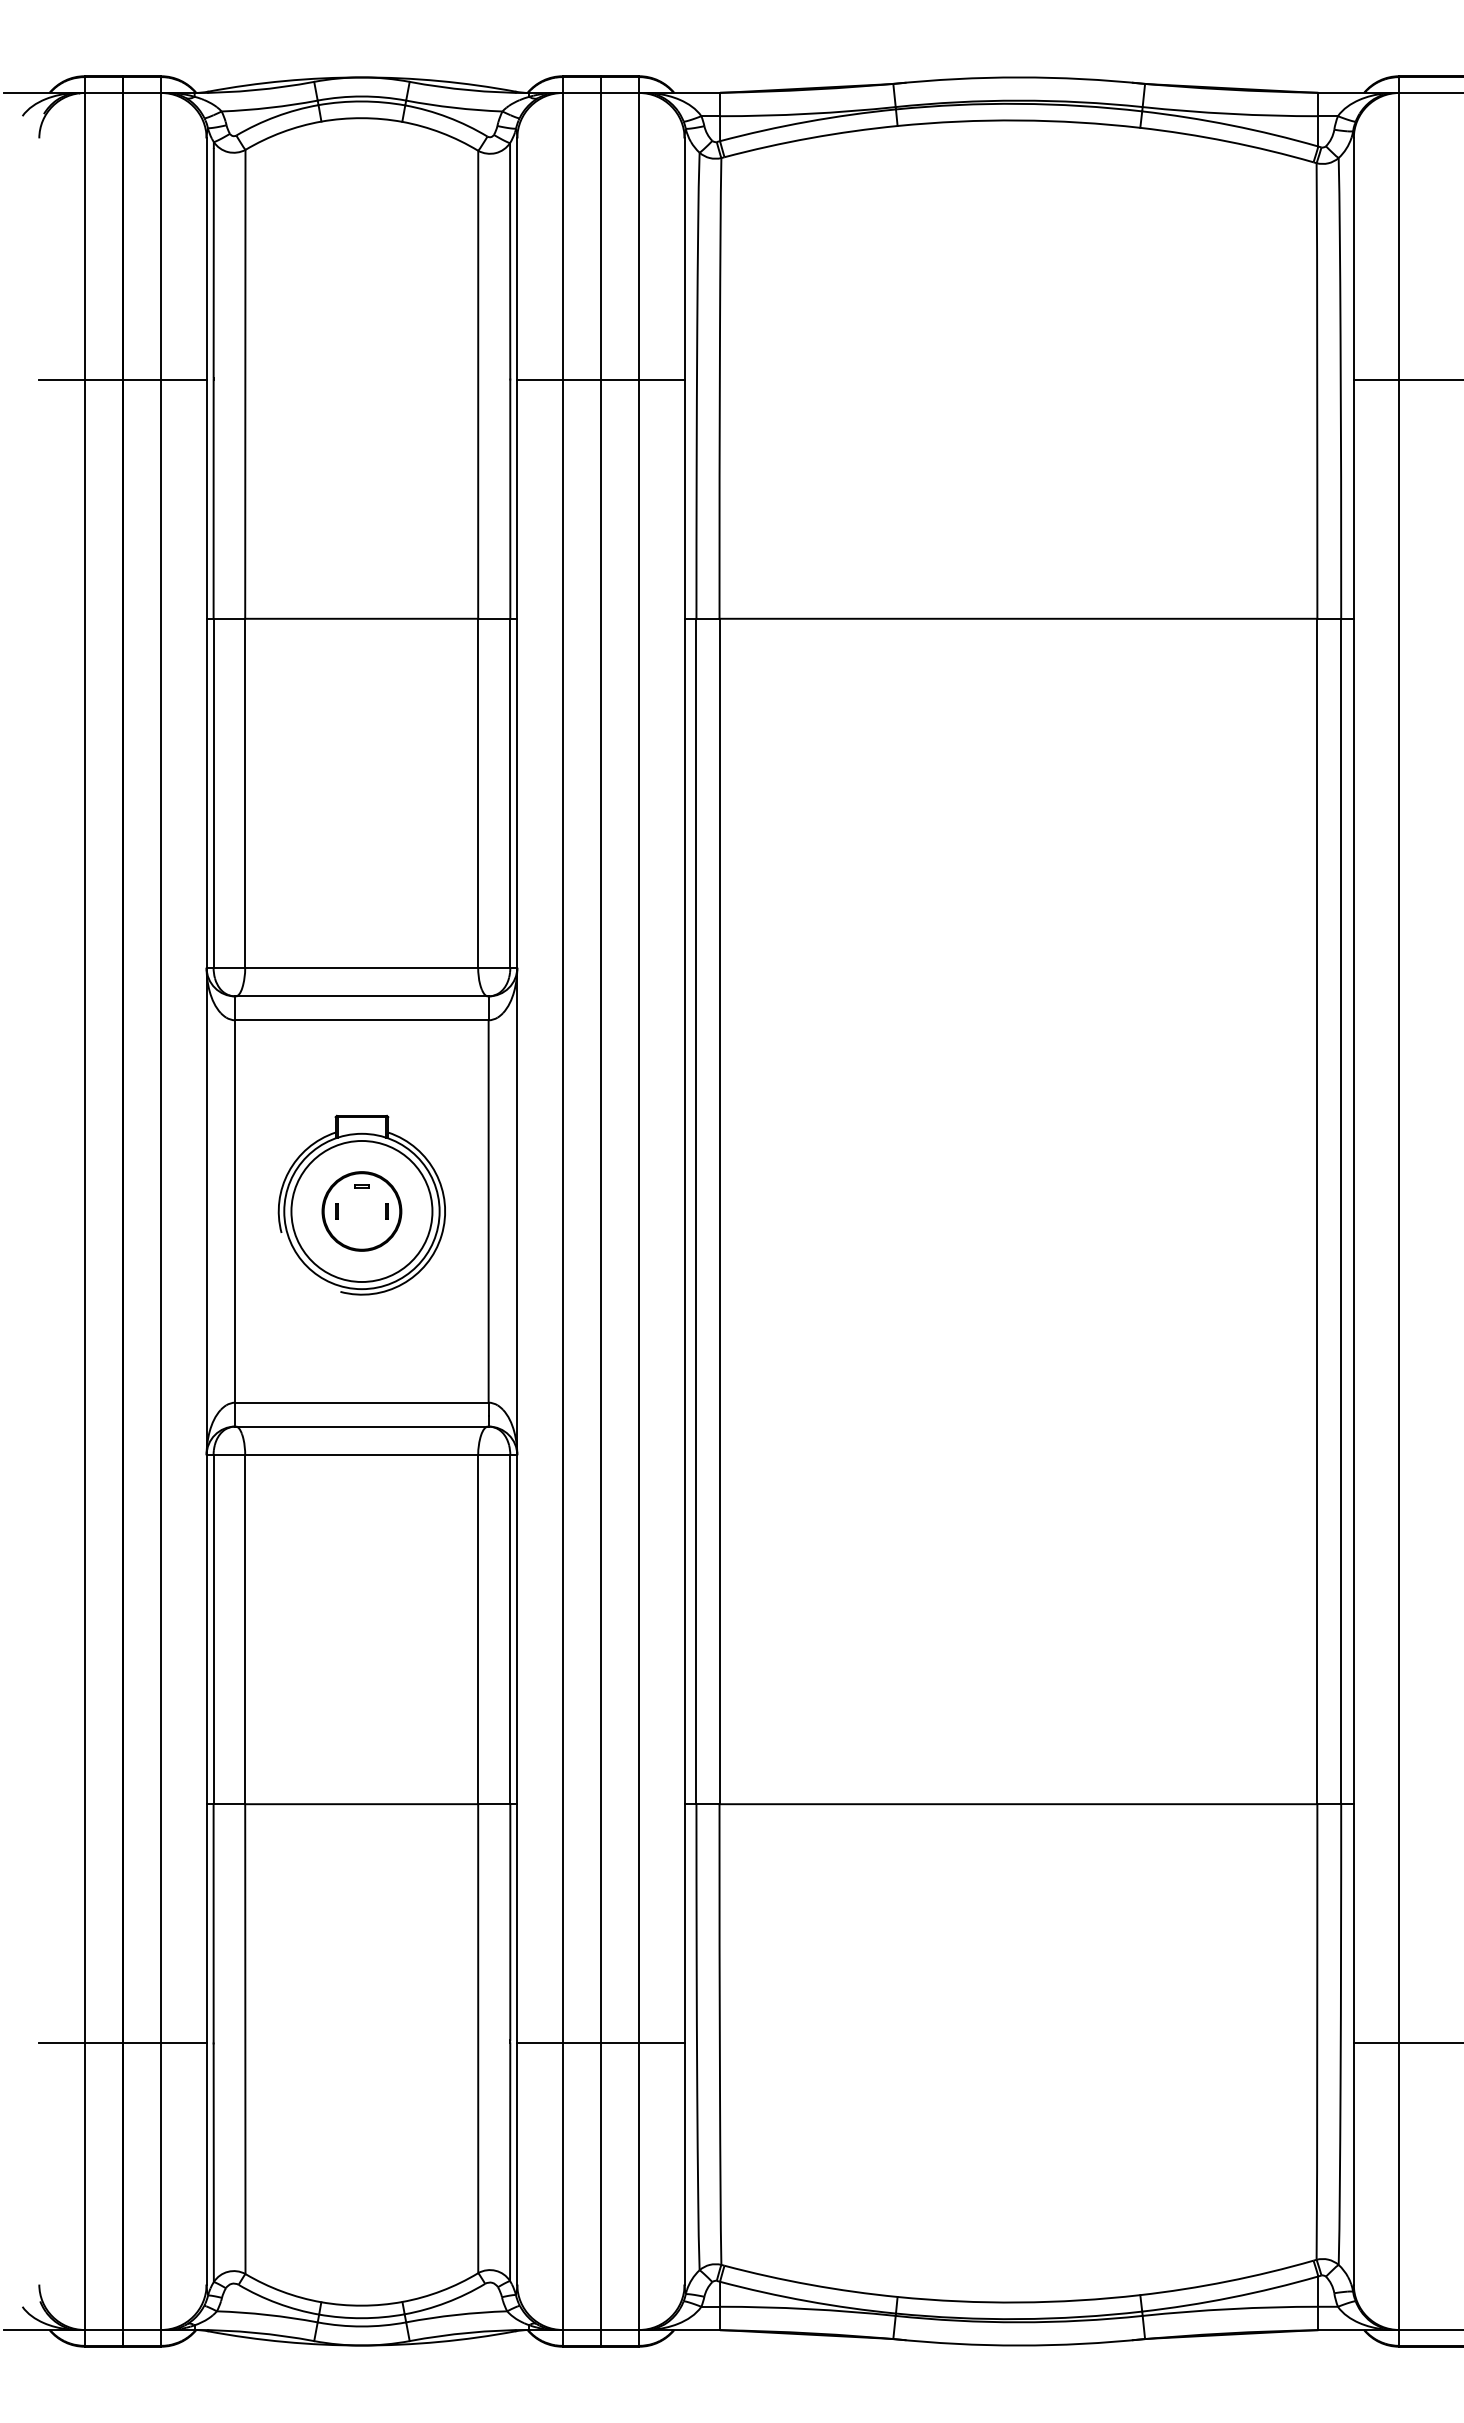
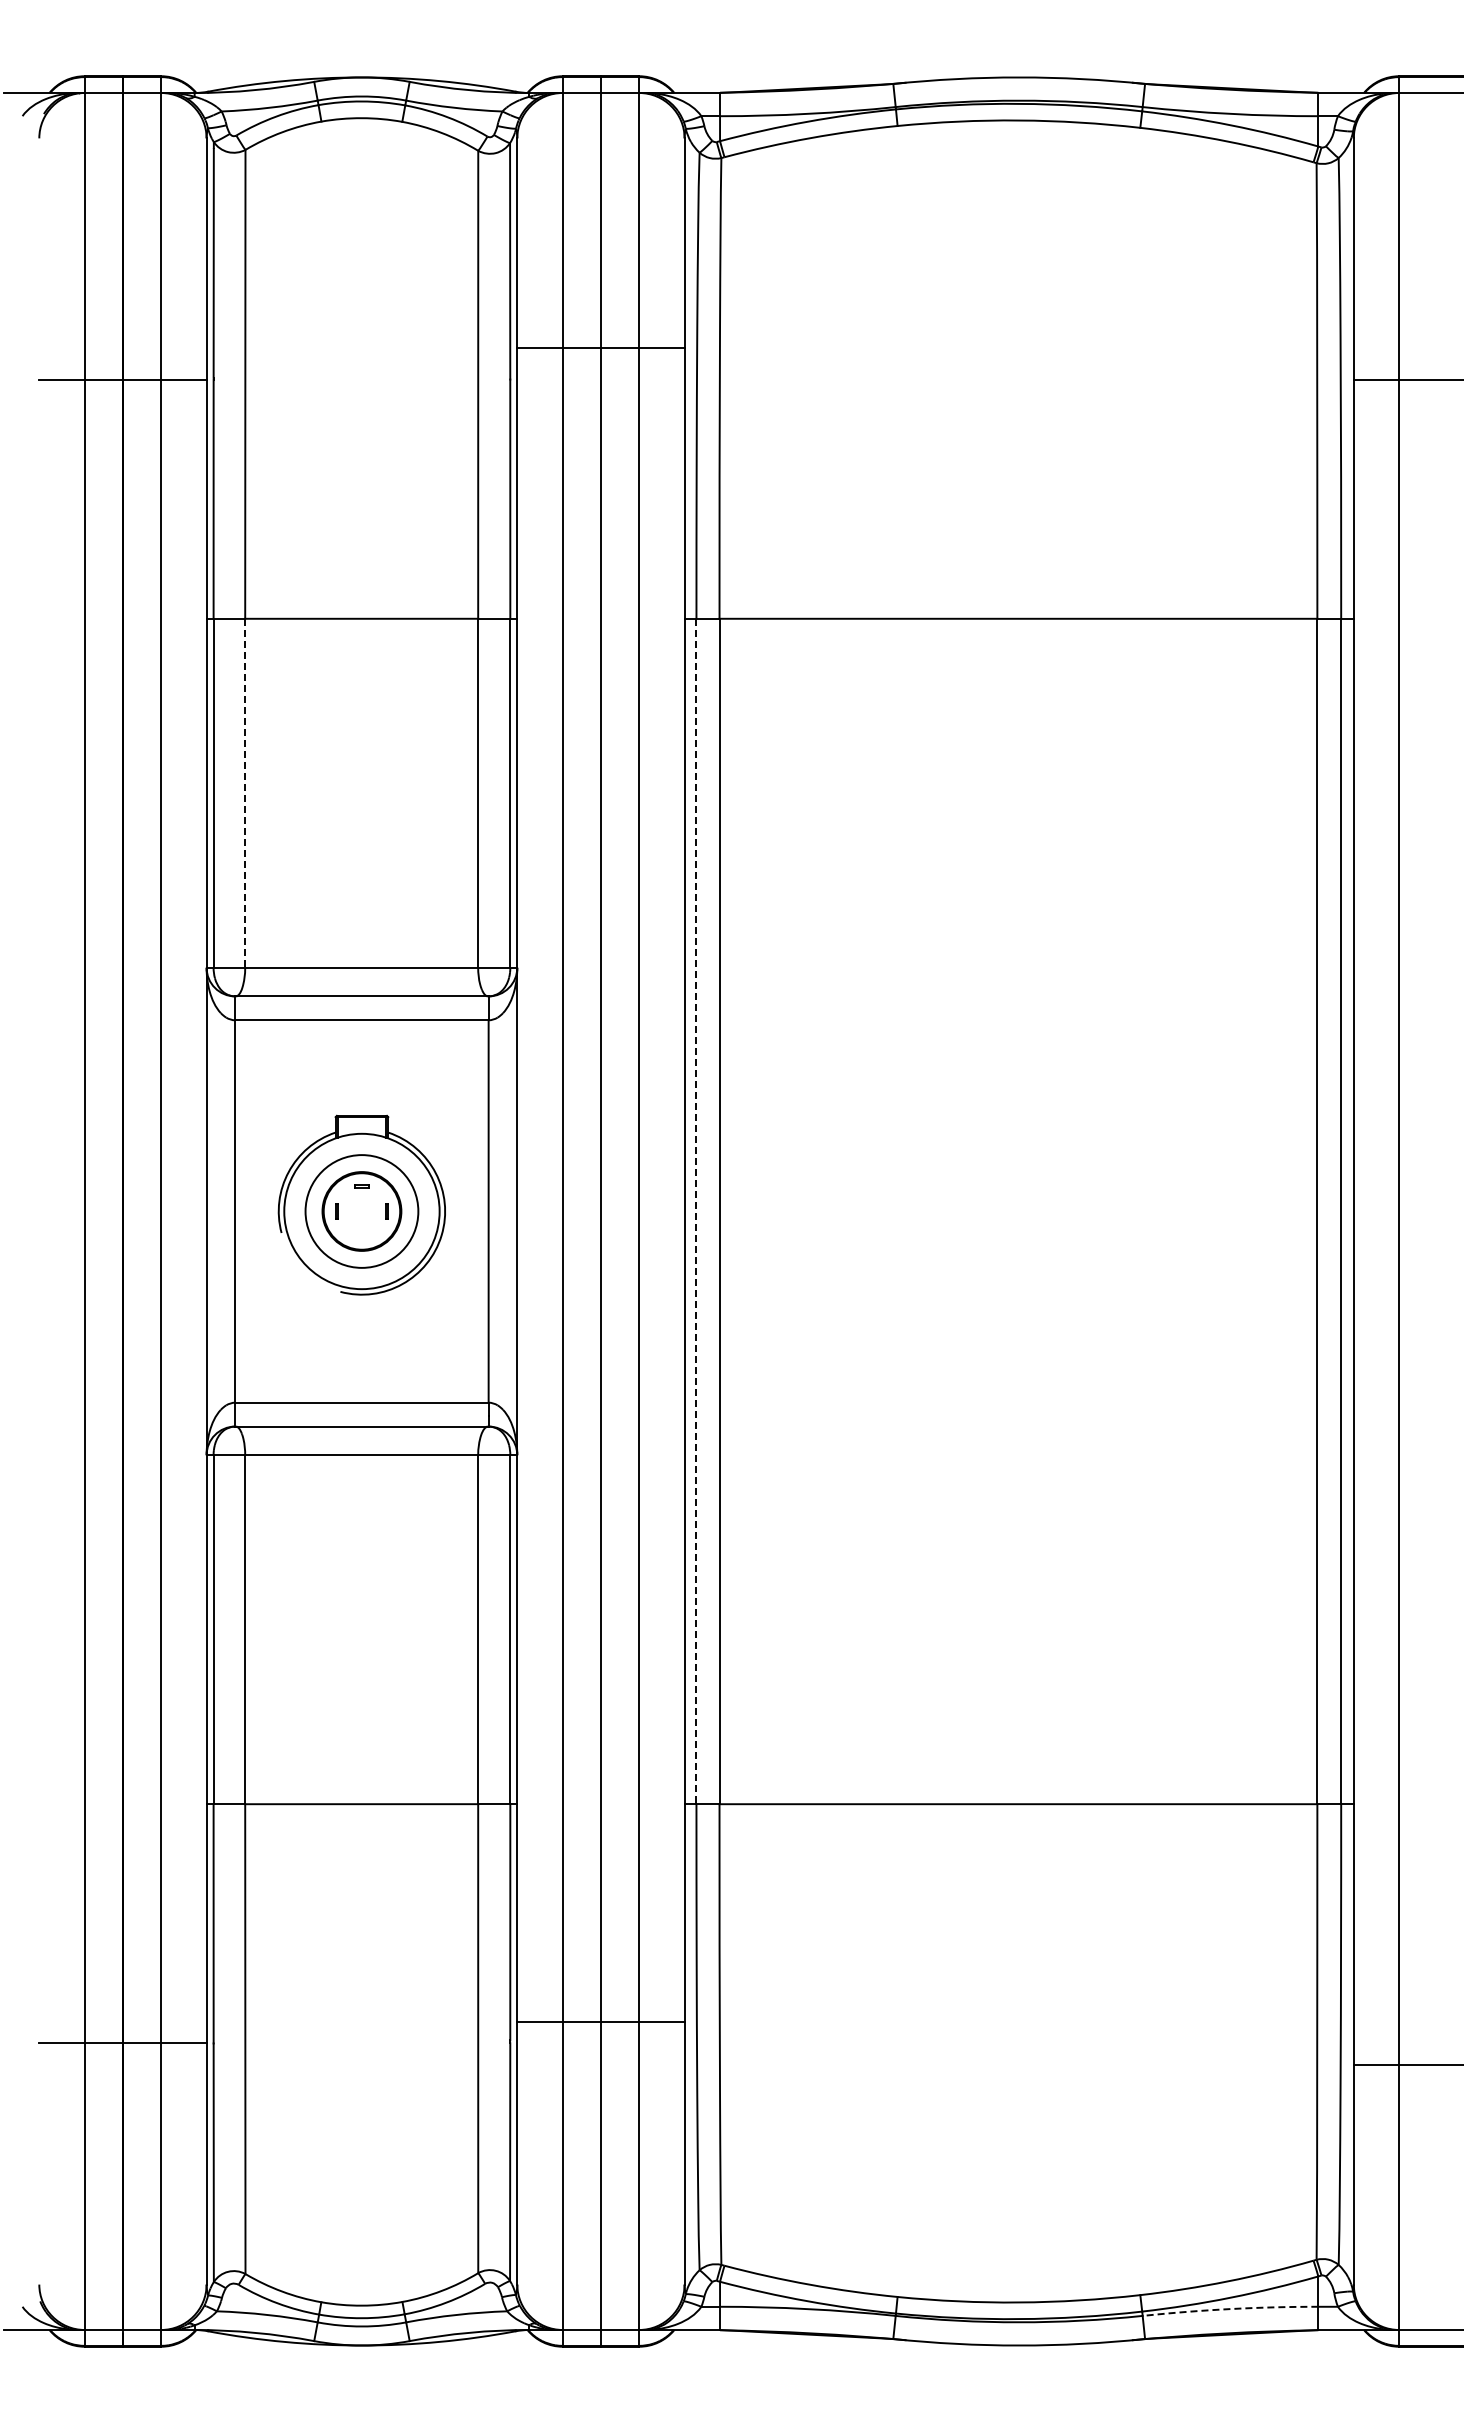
line at (600, 379) position: (600, 379) -> (600, 347)
line at (245, 793): solid -> dashed
circle at (361, 1211) diameter: 141 px -> 113 px
line at (696, 1211): solid -> dashed
line at (600, 2043) position: (600, 2043) -> (600, 2022)
line at (1406, 2043) position: (1406, 2043) -> (1406, 2065)
arc at (1230, 2309): solid -> dashed
